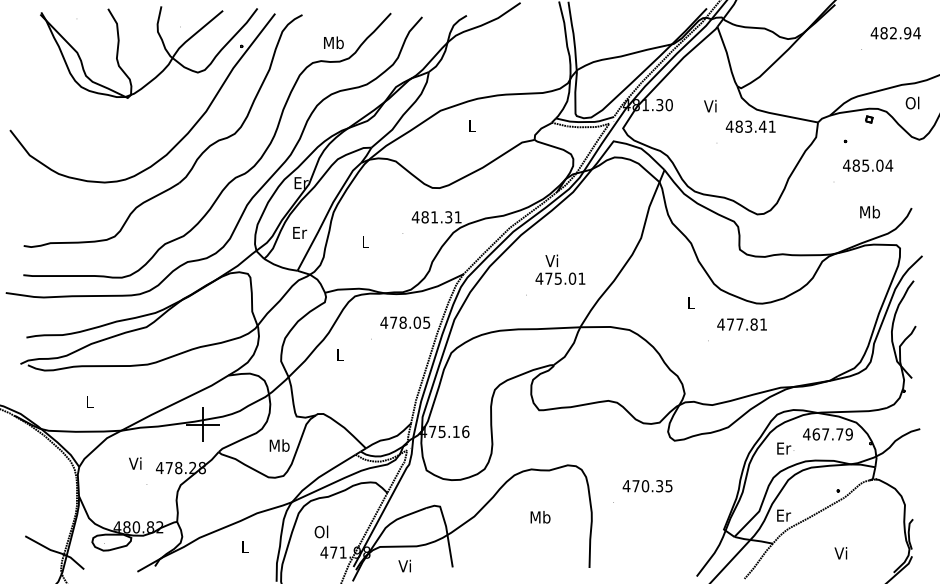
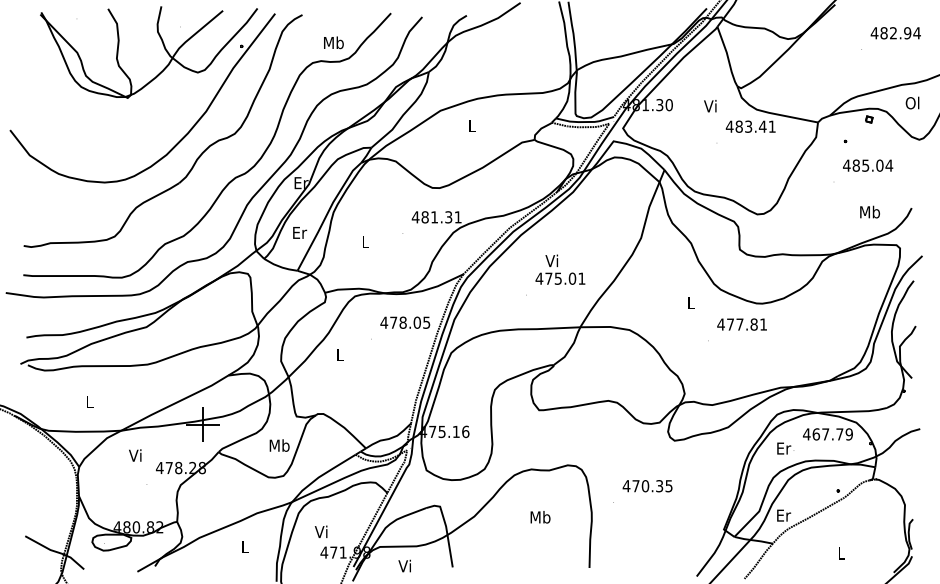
text at (135, 463) position: (135, 463) -> (135, 455)
text at (321, 531): Ol -> Vi
text at (840, 553): Vi -> L
